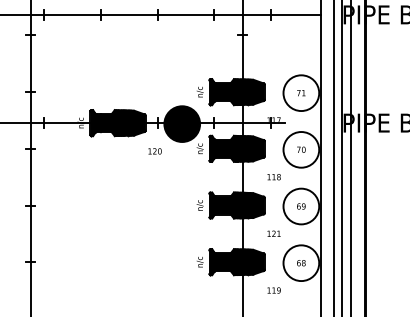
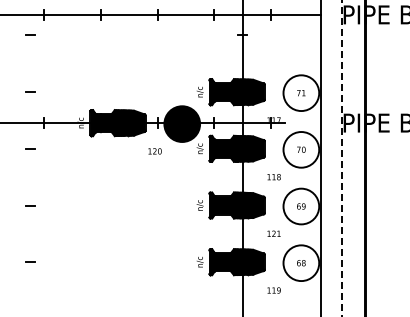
line at (30, 157): present -> none
line at (333, 157): present -> none
line at (351, 157): present -> none
line at (341, 158): solid -> dashed
